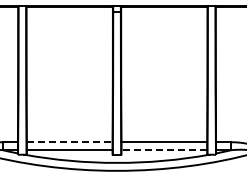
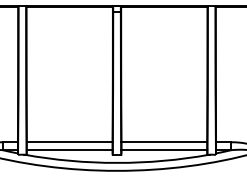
line at (69, 142): dashed -> solid
line at (164, 150): dashed -> solid
